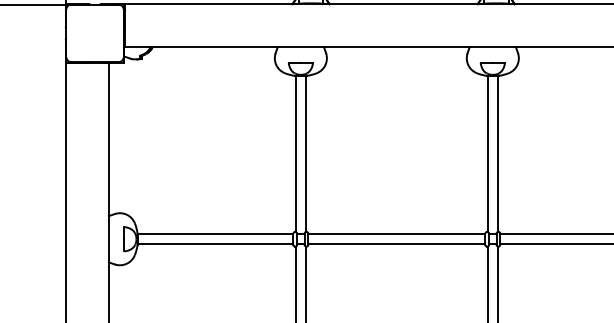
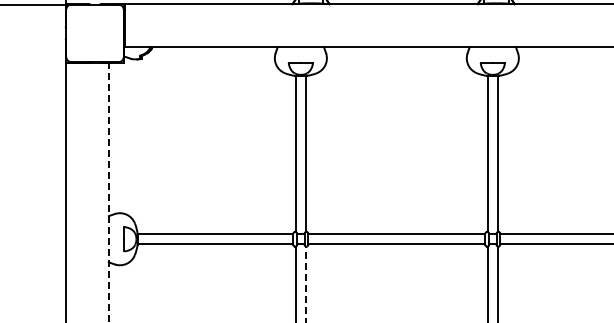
line at (108, 192): solid -> dashed
line at (305, 284): solid -> dashed
